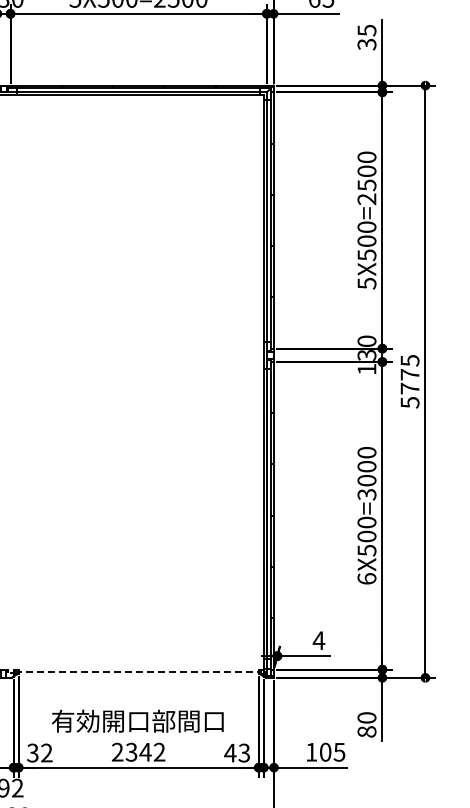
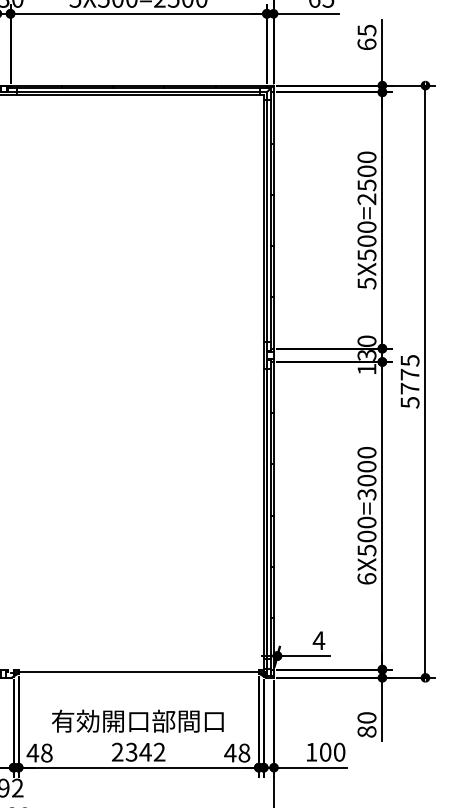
text at (366, 44): 35 -> 65
line at (139, 671): dashed -> solid
text at (339, 751): 105 -> 100
text at (39, 752): 32 -> 48
text at (244, 752): 43 -> 48
